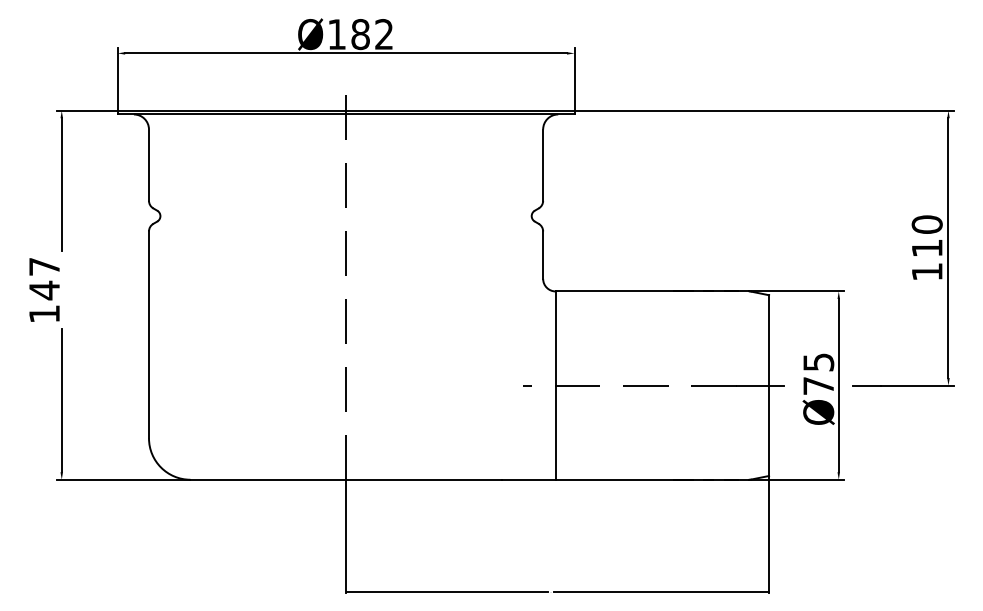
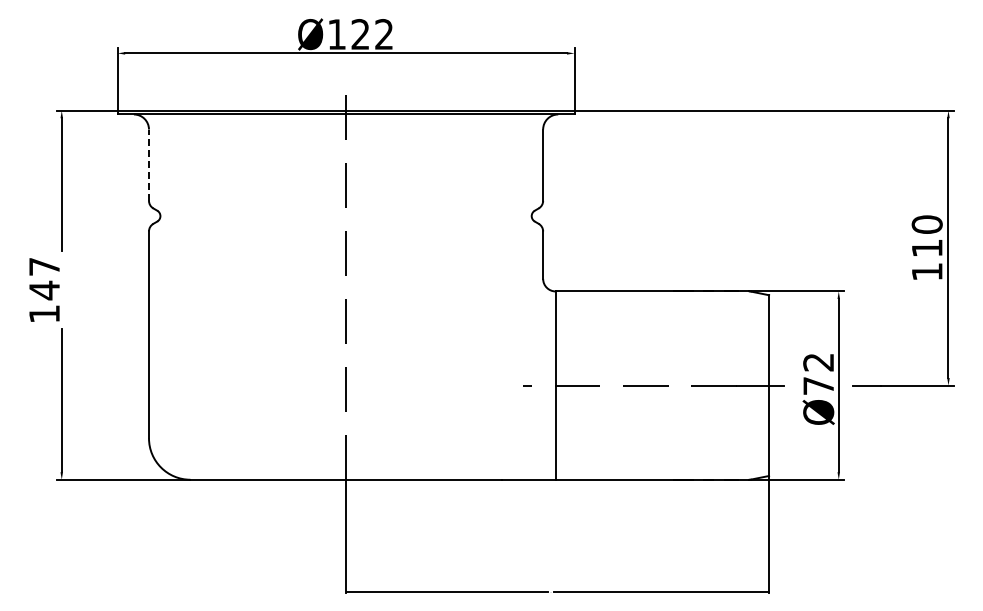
text at (360, 34): Ø182 -> Ø122
line at (149, 165): solid -> dashed
text at (818, 362): Ø75 -> Ø72
